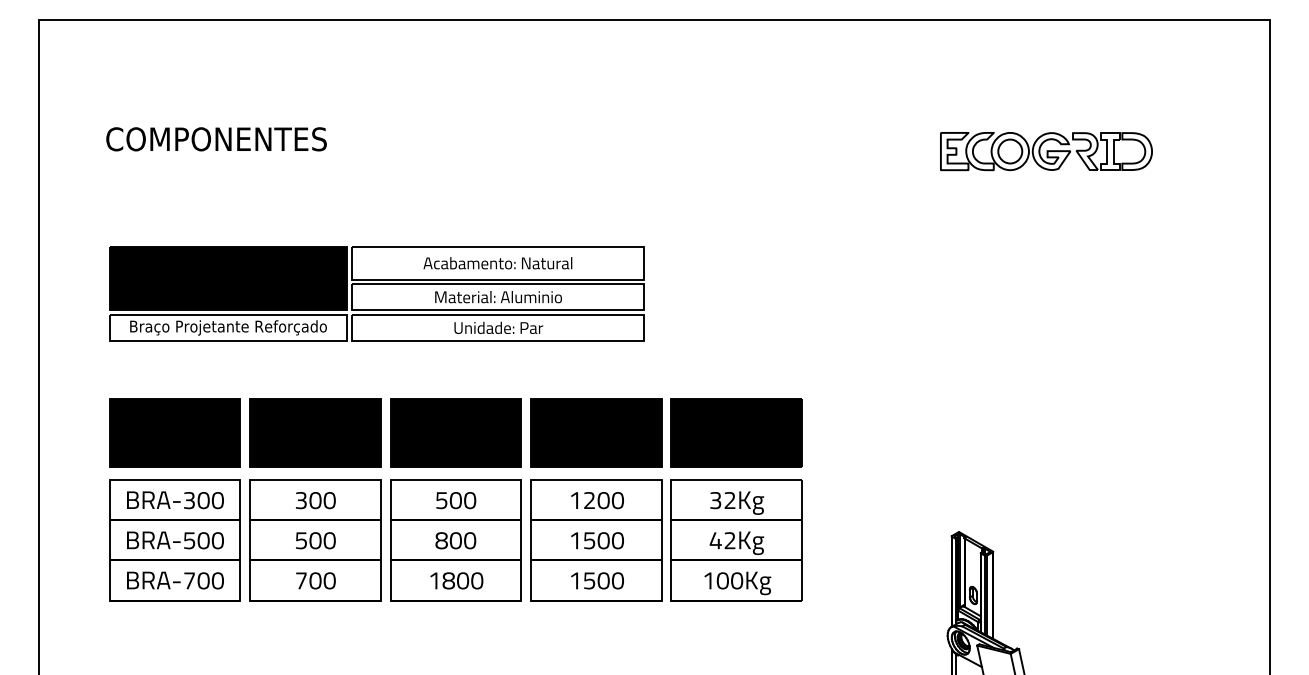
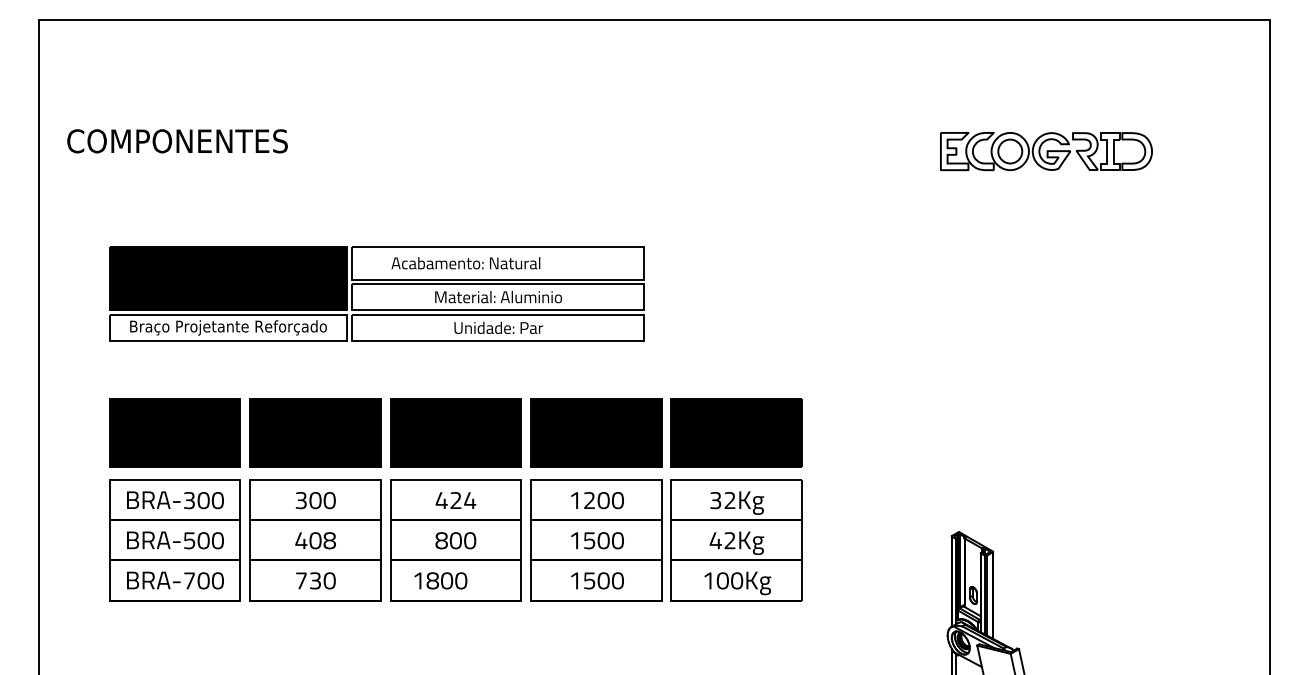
text at (216, 139) position: (216, 139) -> (177, 141)
text at (497, 263) position: (497, 263) -> (465, 263)
text at (455, 500): 500 -> 424
text at (315, 540): 500 -> 408
text at (315, 580): 700 -> 730
text at (456, 580) position: (456, 580) -> (440, 580)
